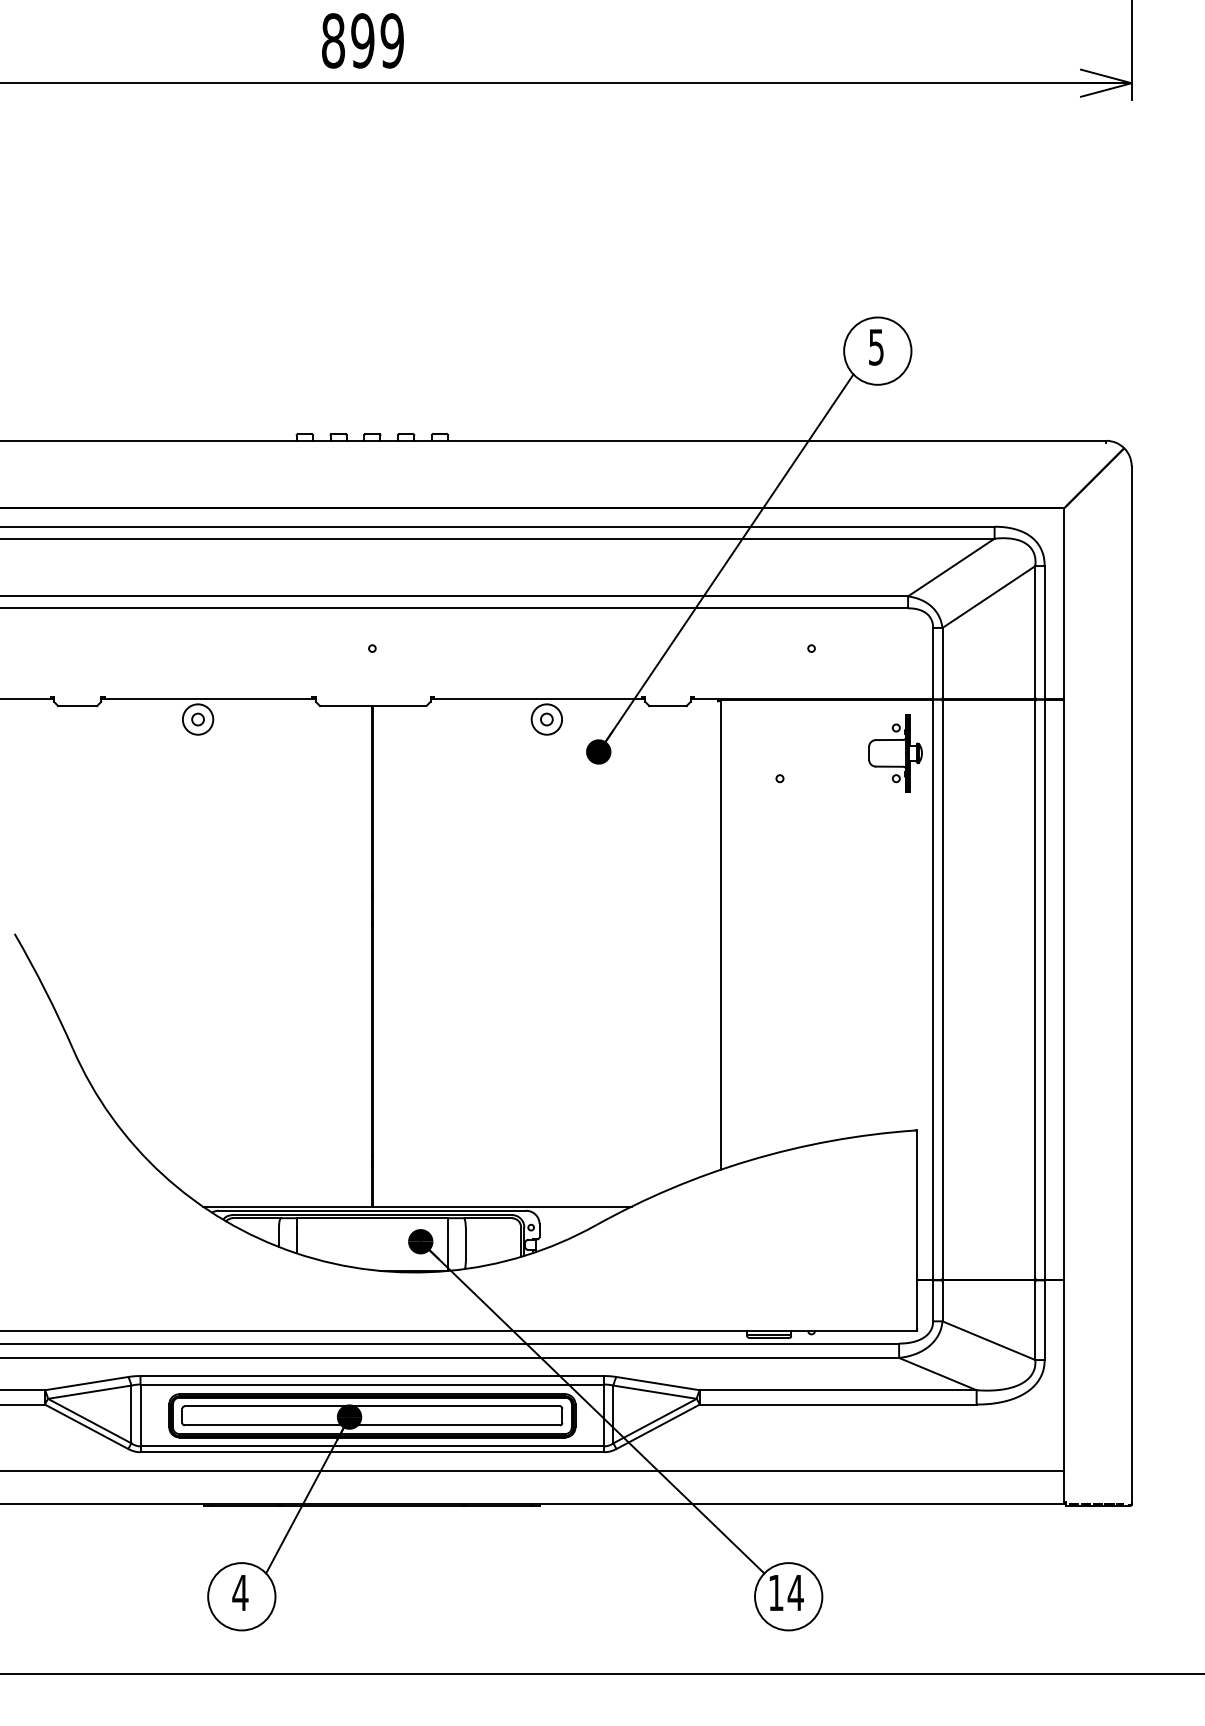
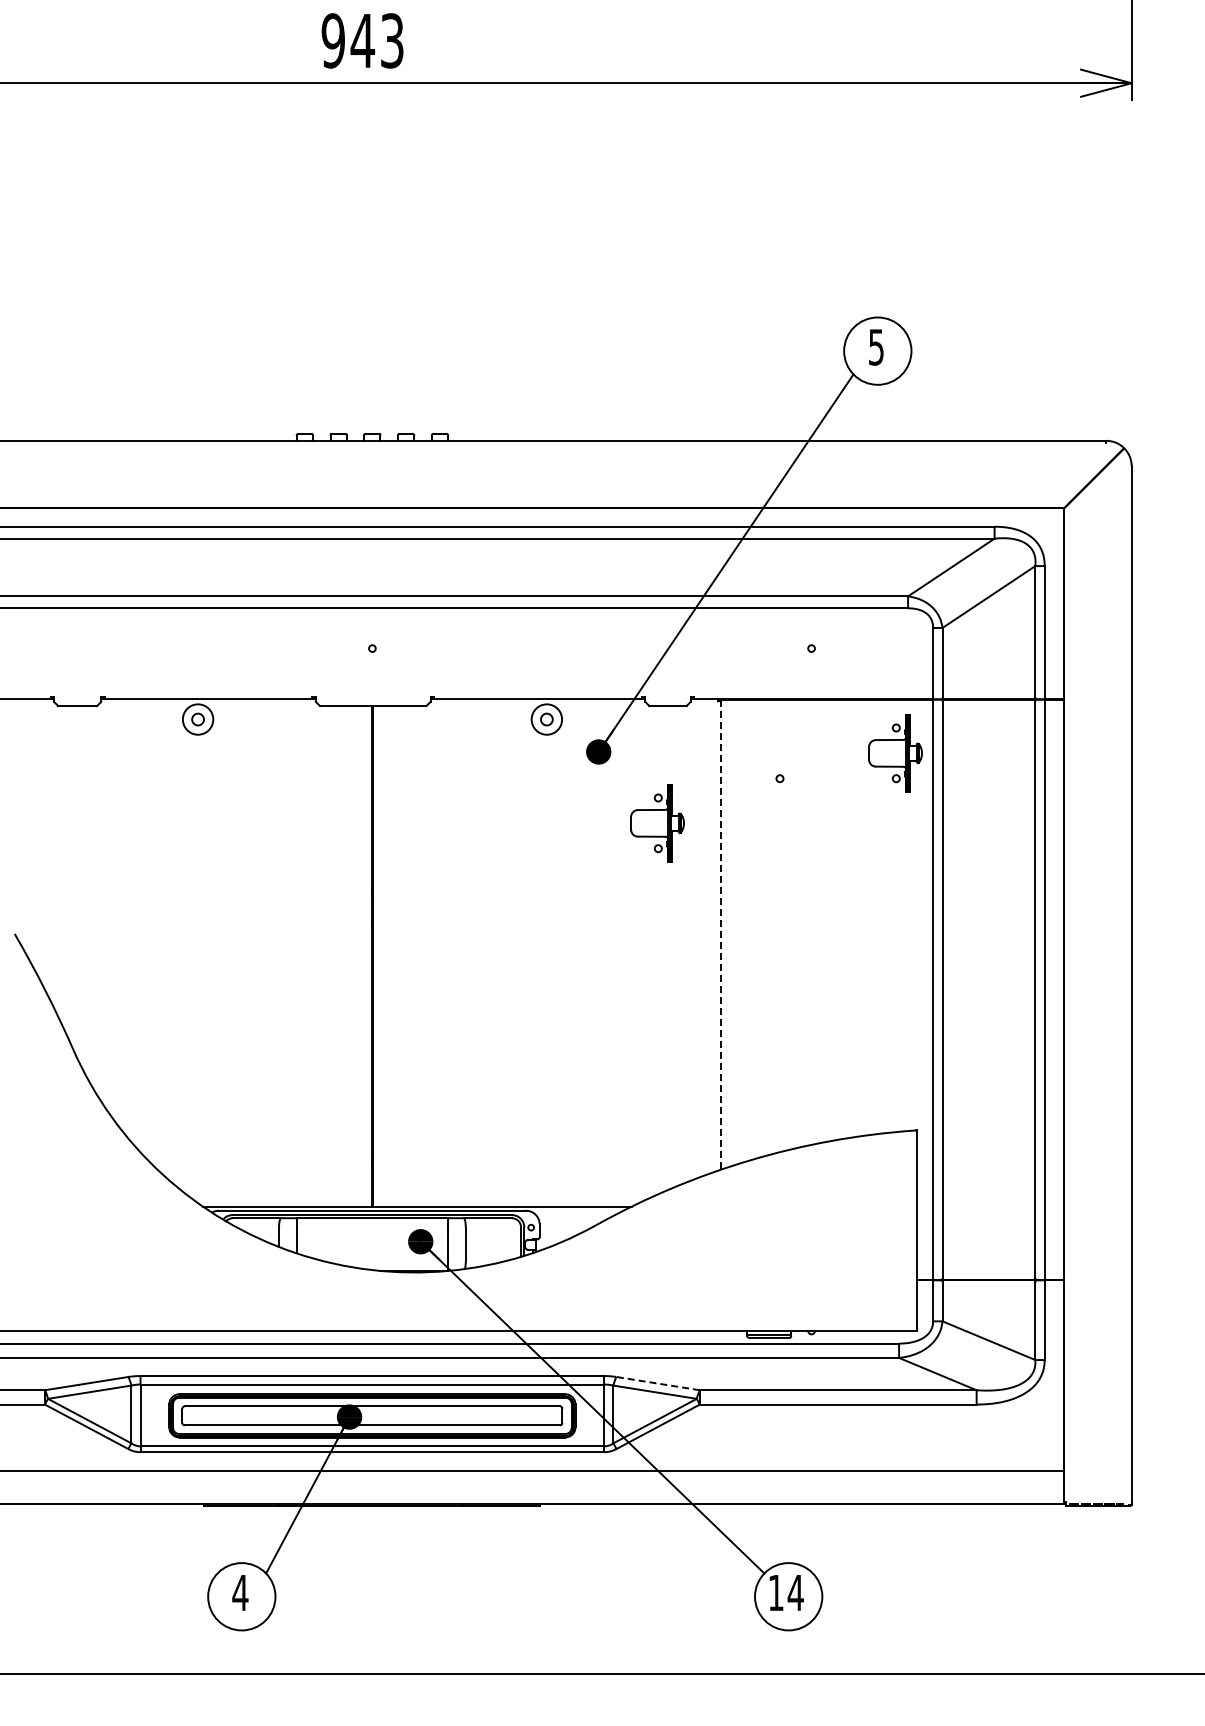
text at (362, 40): 899 -> 943
part at (657, 823): none -> present
line at (720, 934): solid -> dashed
line at (657, 1383): solid -> dashed
